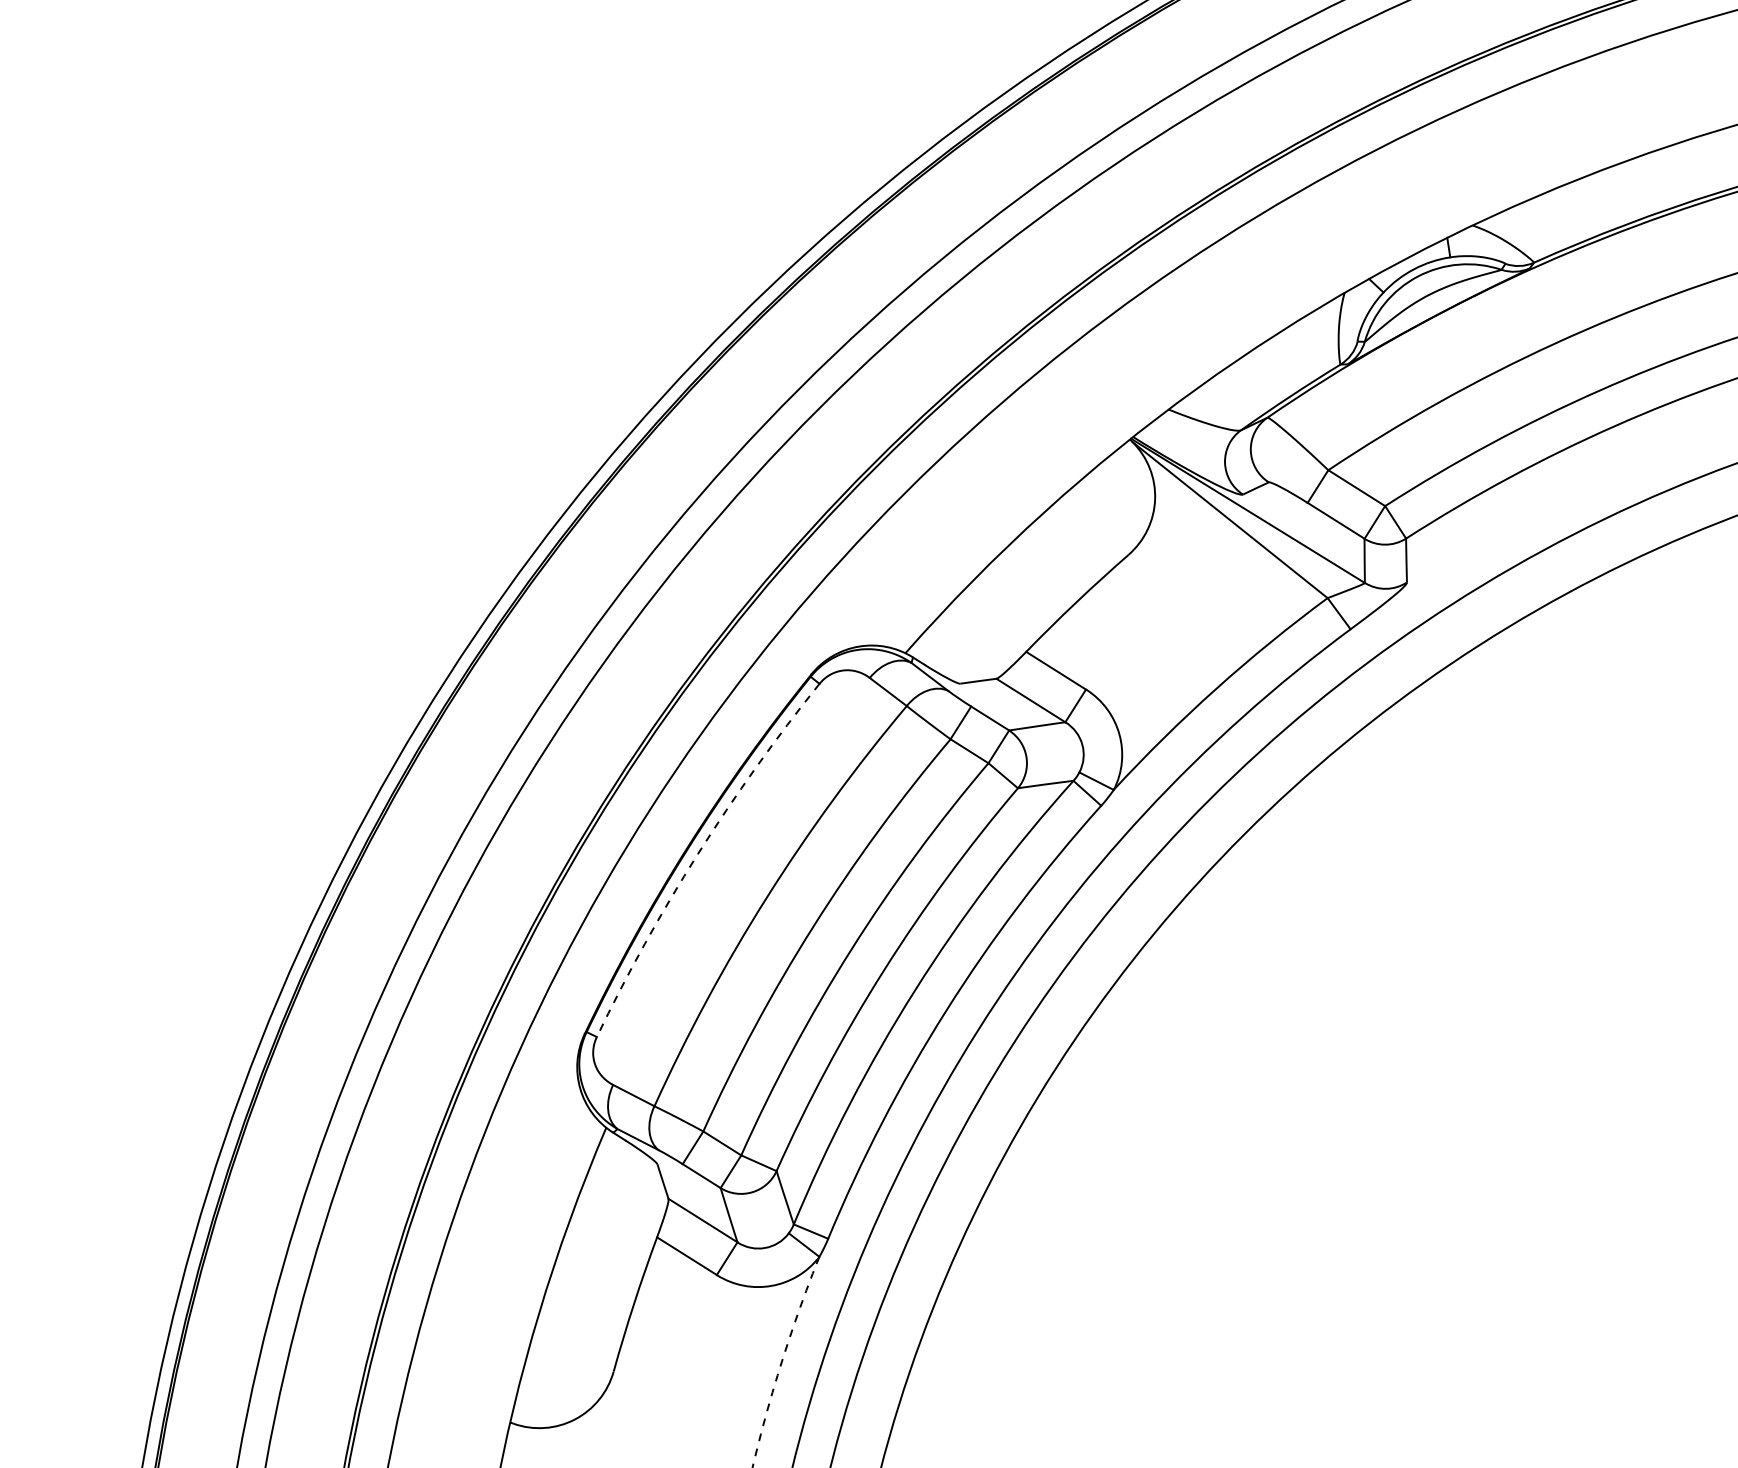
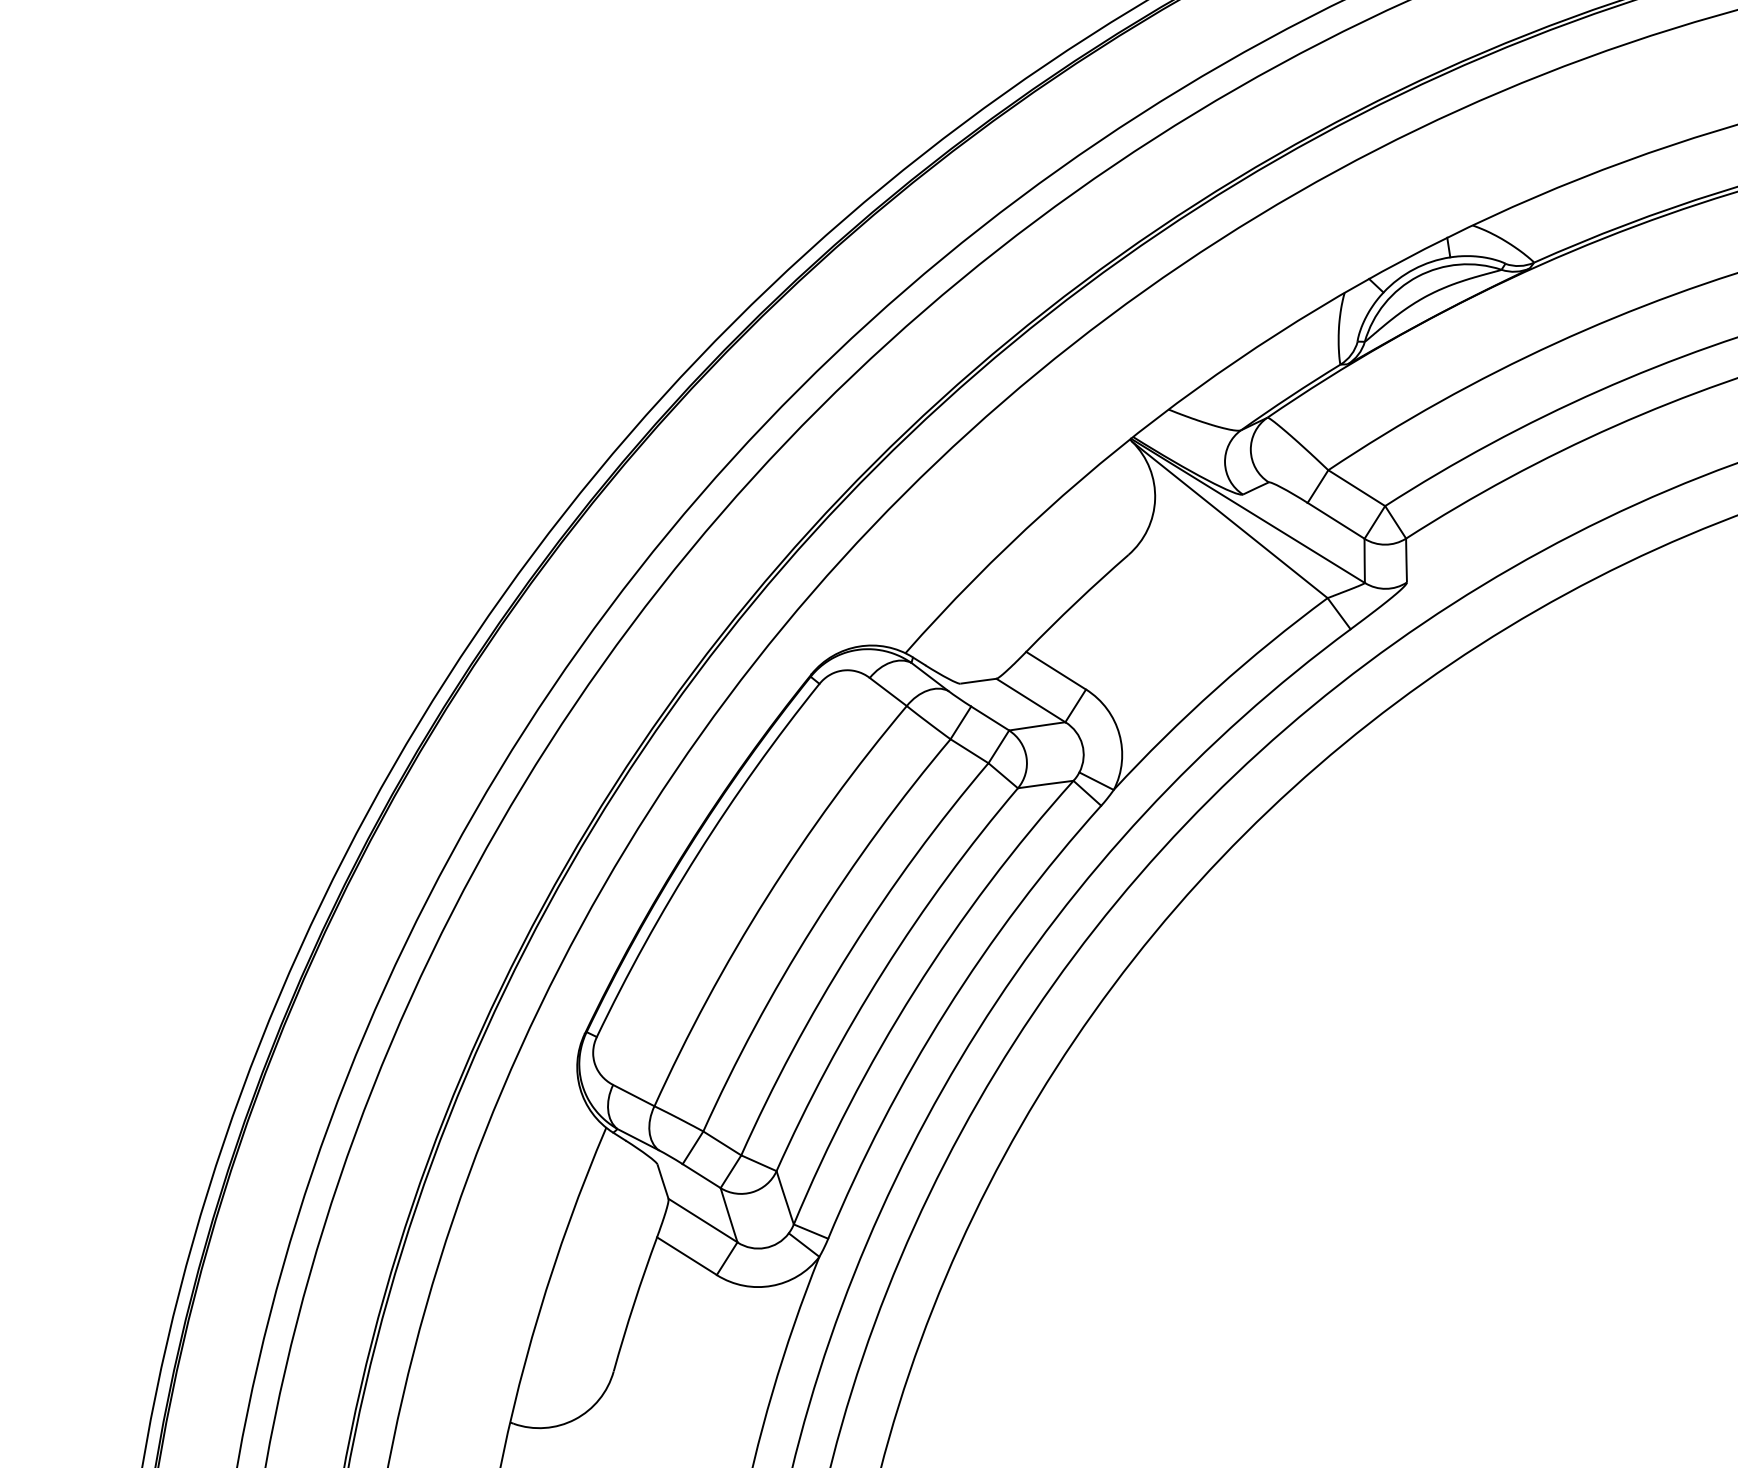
arc at (698, 854): dashed -> solid
arc at (782, 1361): dashed -> solid
